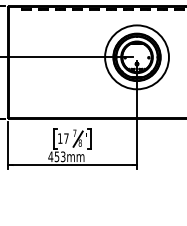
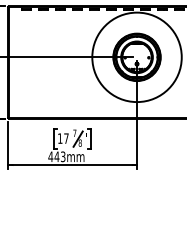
circle at (136, 57) diameter: 64 px -> 89 px
text at (56, 156): 453mm -> 443mm
